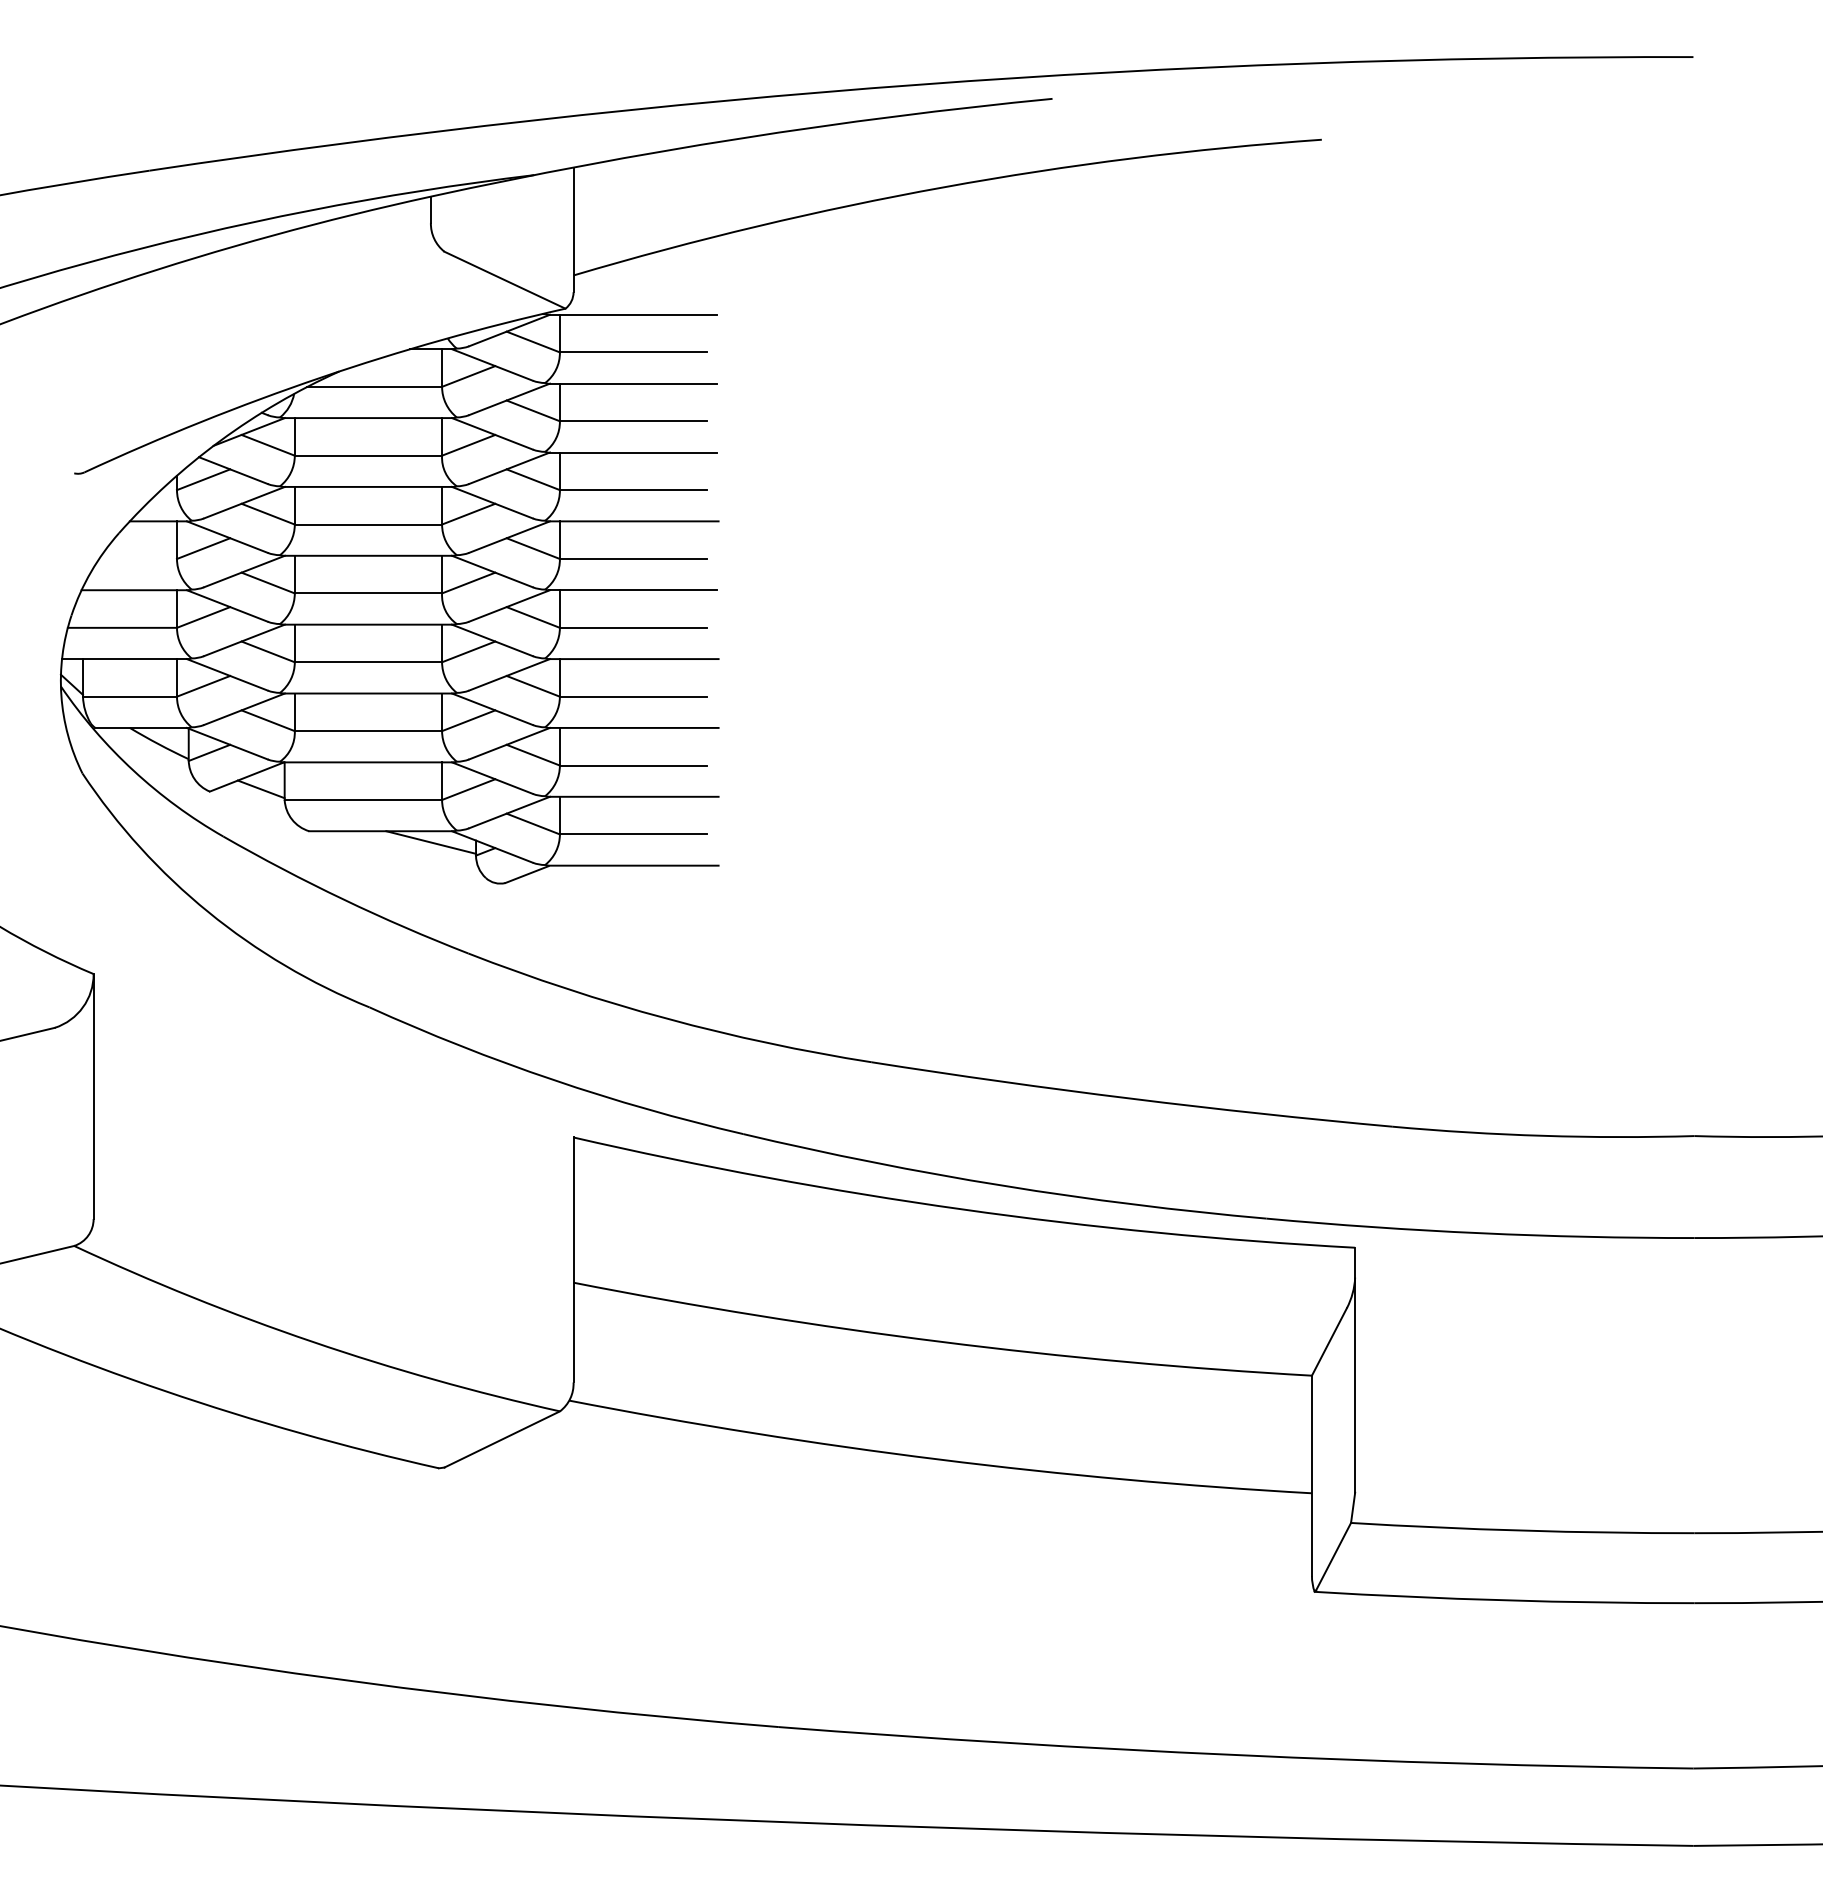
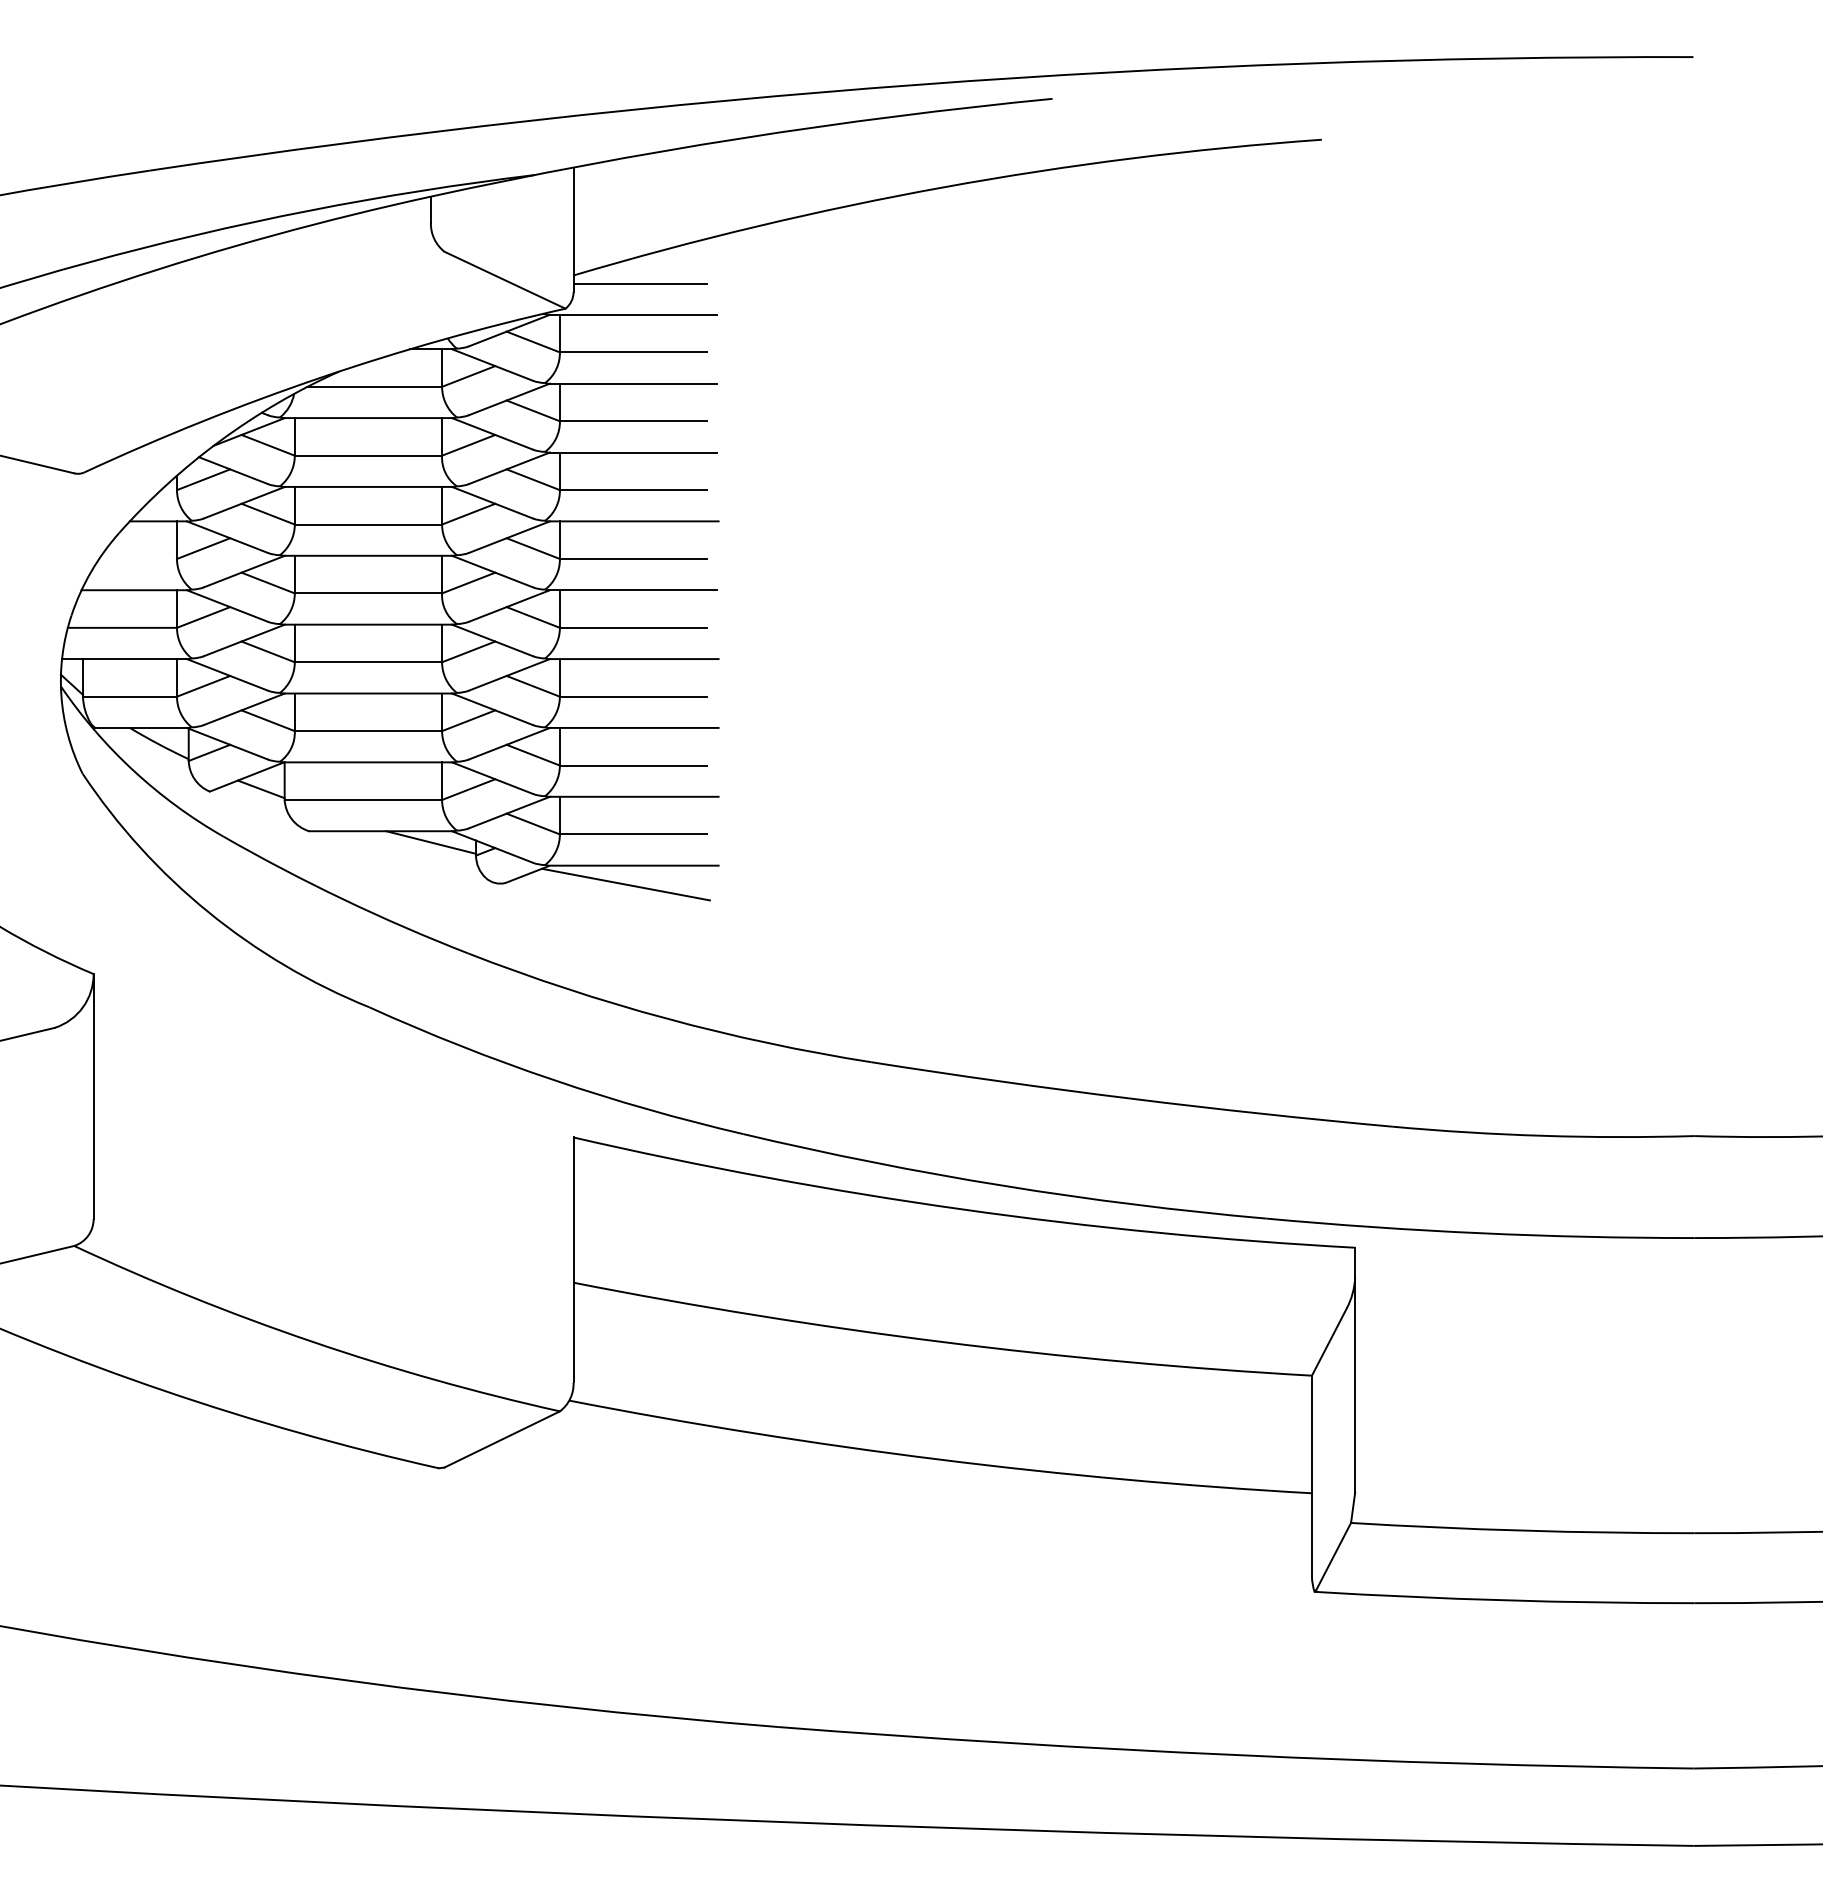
line at (640, 283): none -> present
line at (38, 464): none -> present
line at (625, 884): none -> present
